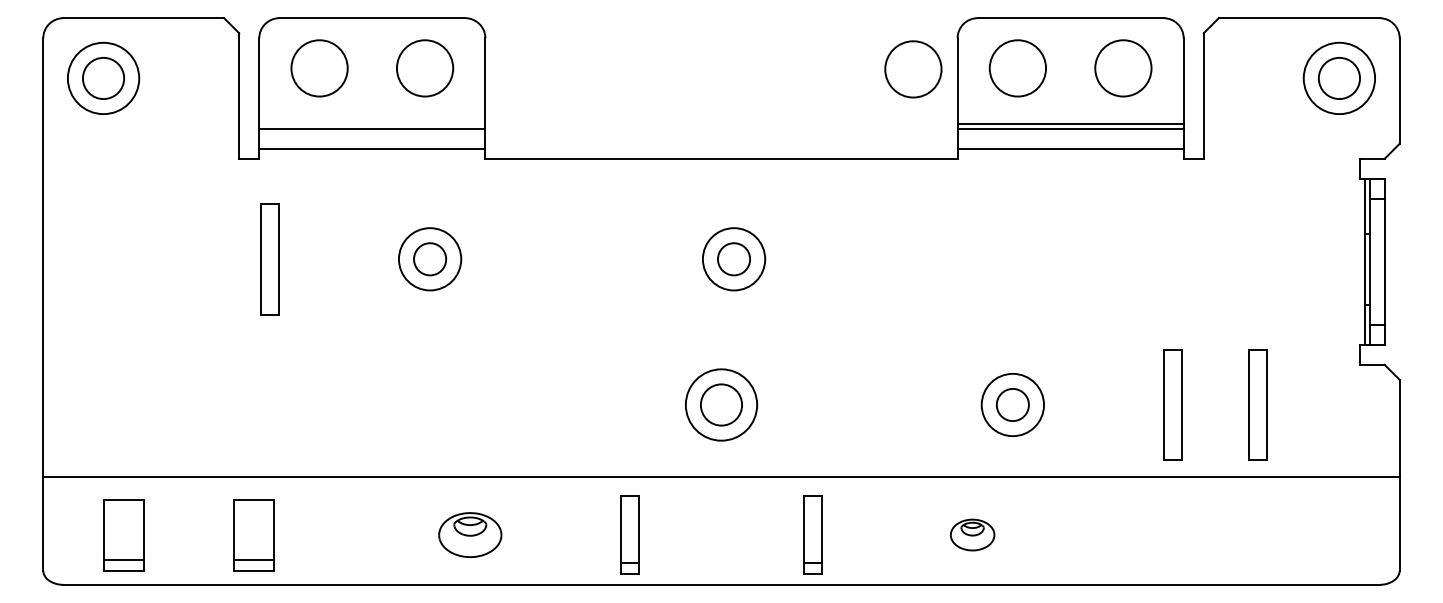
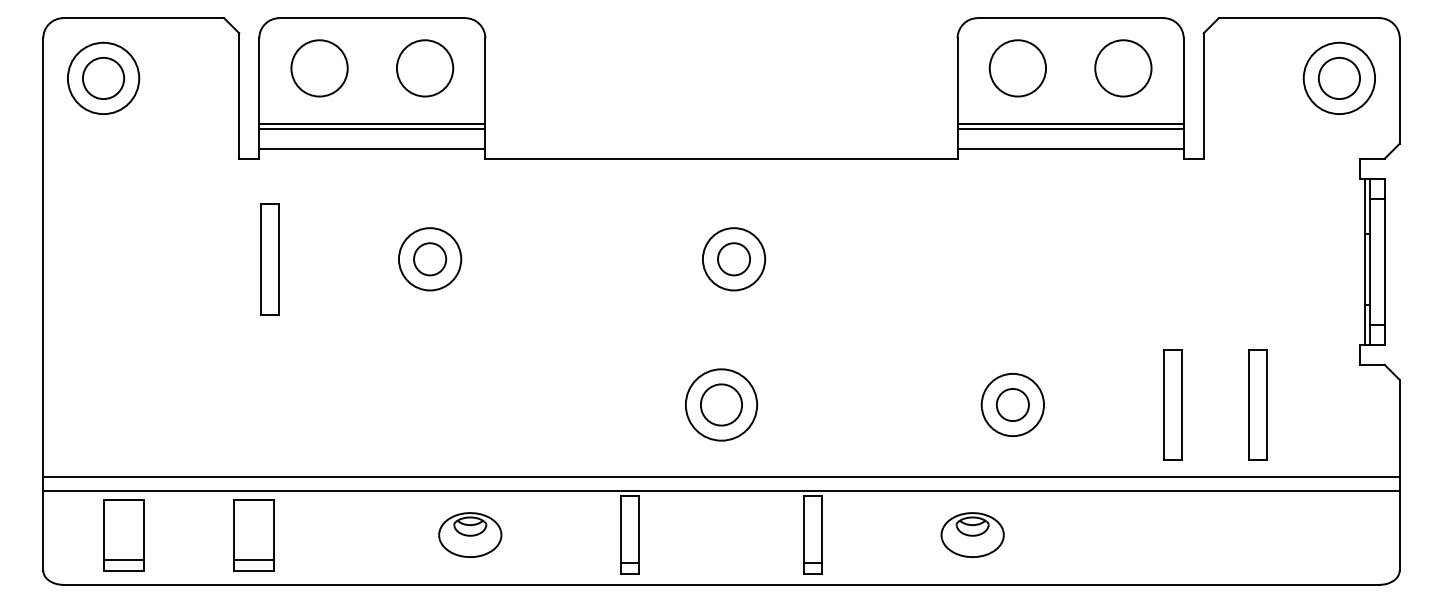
circle at (913, 69): present -> none
line at (372, 123): none -> present
line at (721, 491): none -> present
part at (972, 534) size: 46x34 px -> 65x46 px
